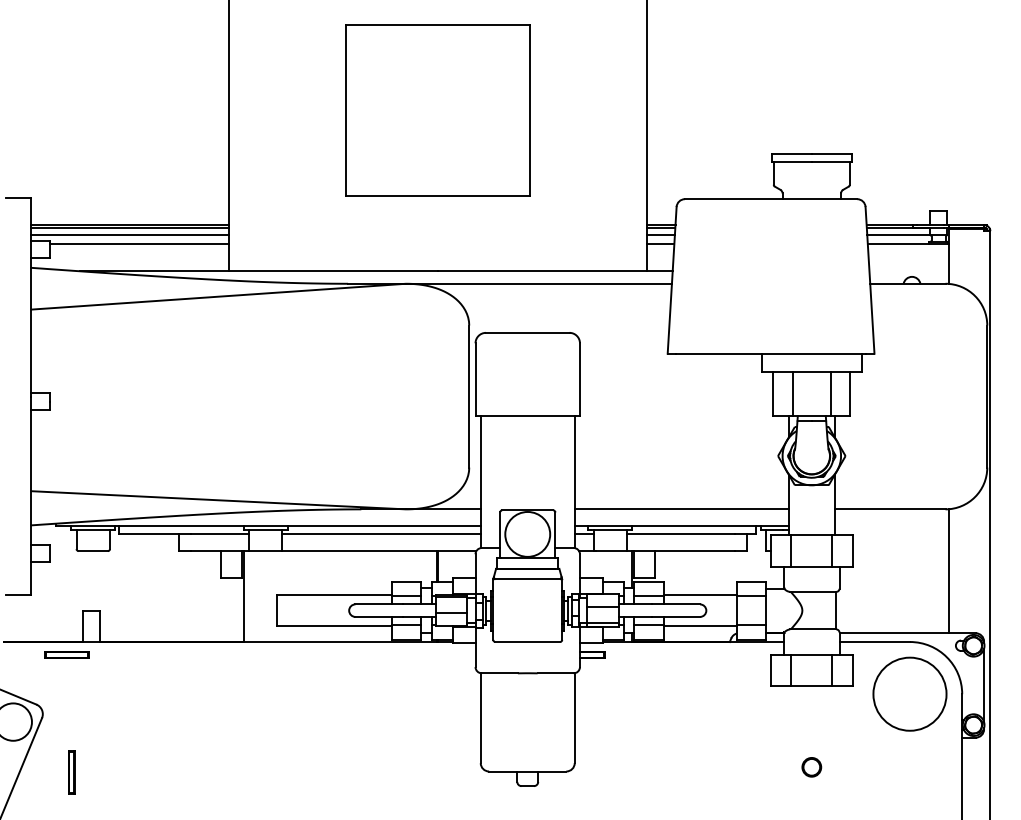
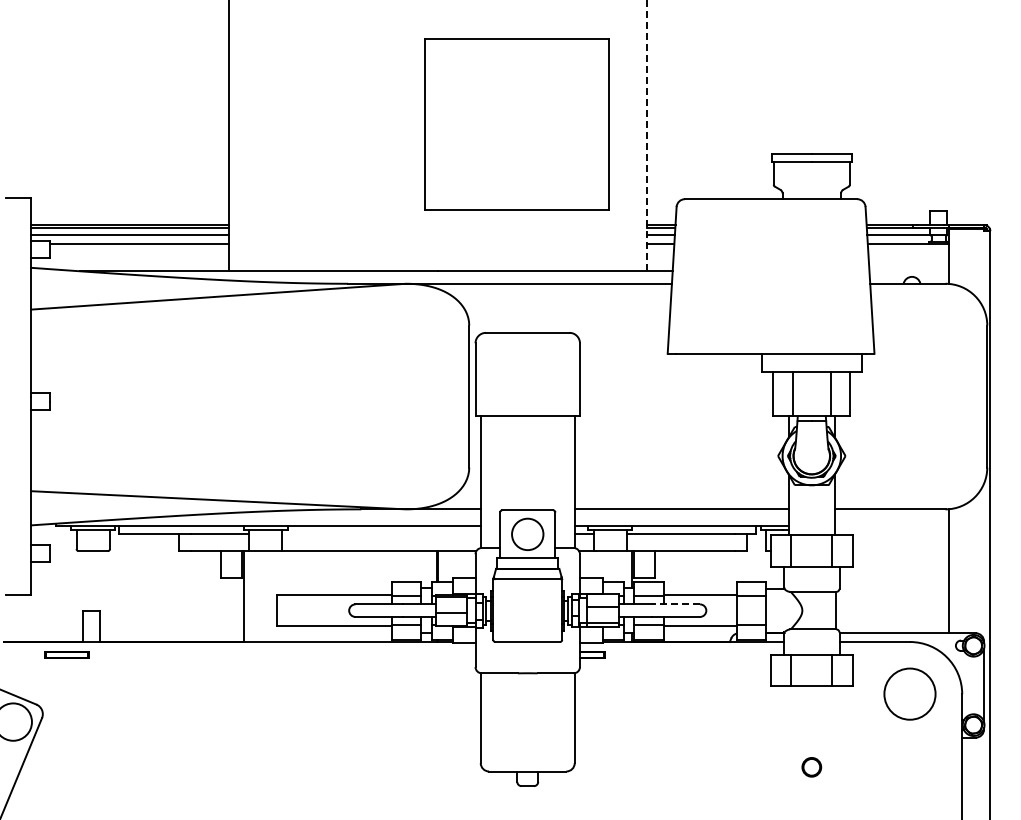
part at (437, 110) position: (437, 110) -> (516, 124)
line at (646, 135): solid -> dashed
circle at (527, 533) diameter: 45 px -> 31 px
line at (381, 534): present -> none
line at (675, 604): solid -> dashed
circle at (909, 693) size: 76x76 px -> 54x54 px
part at (71, 772): present -> none
